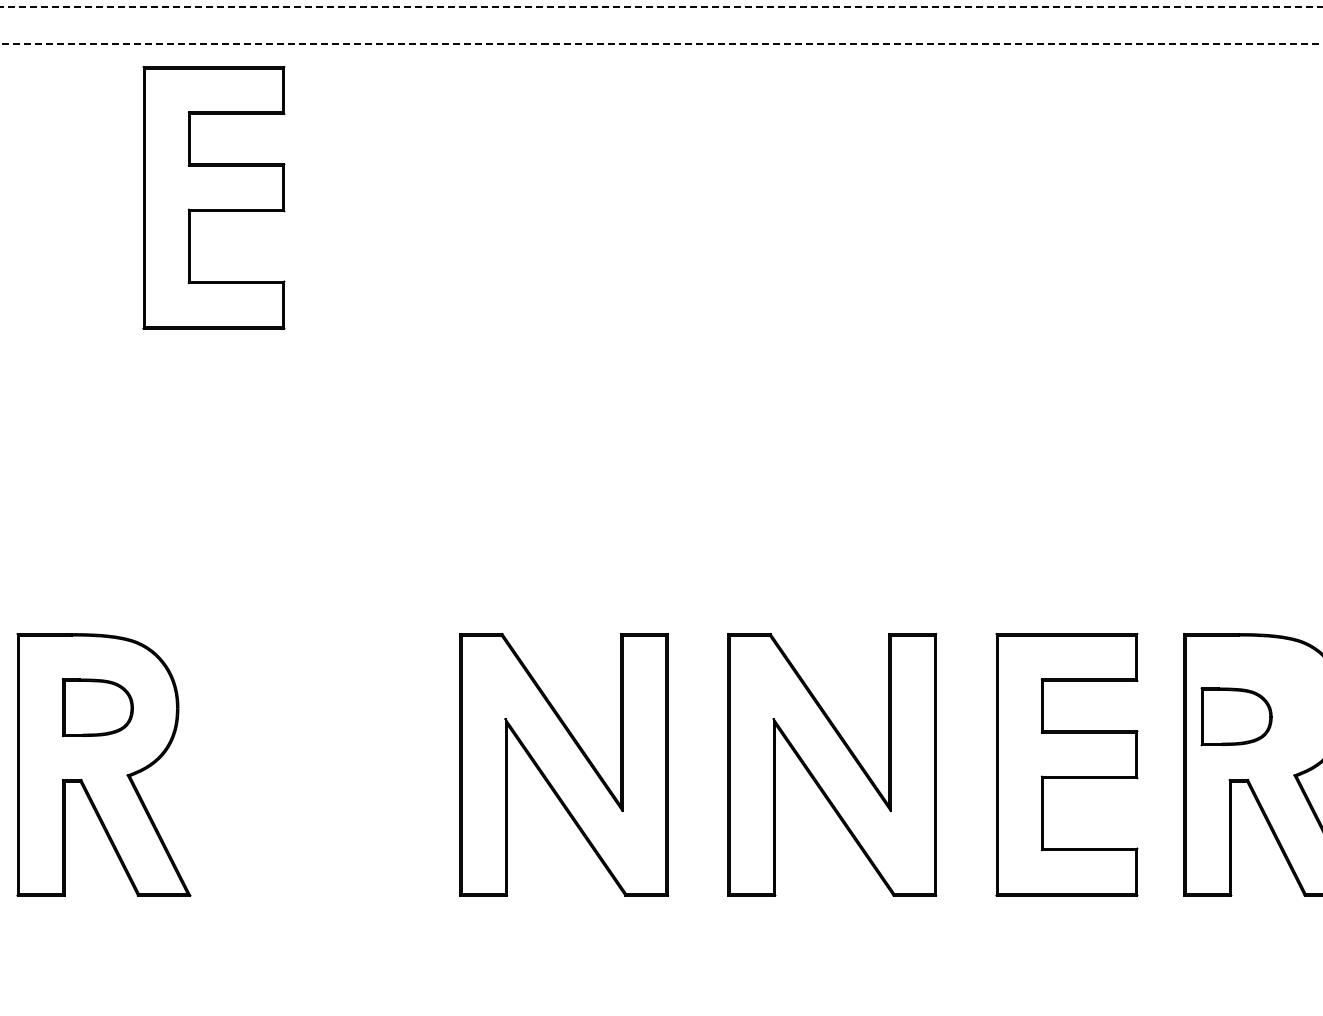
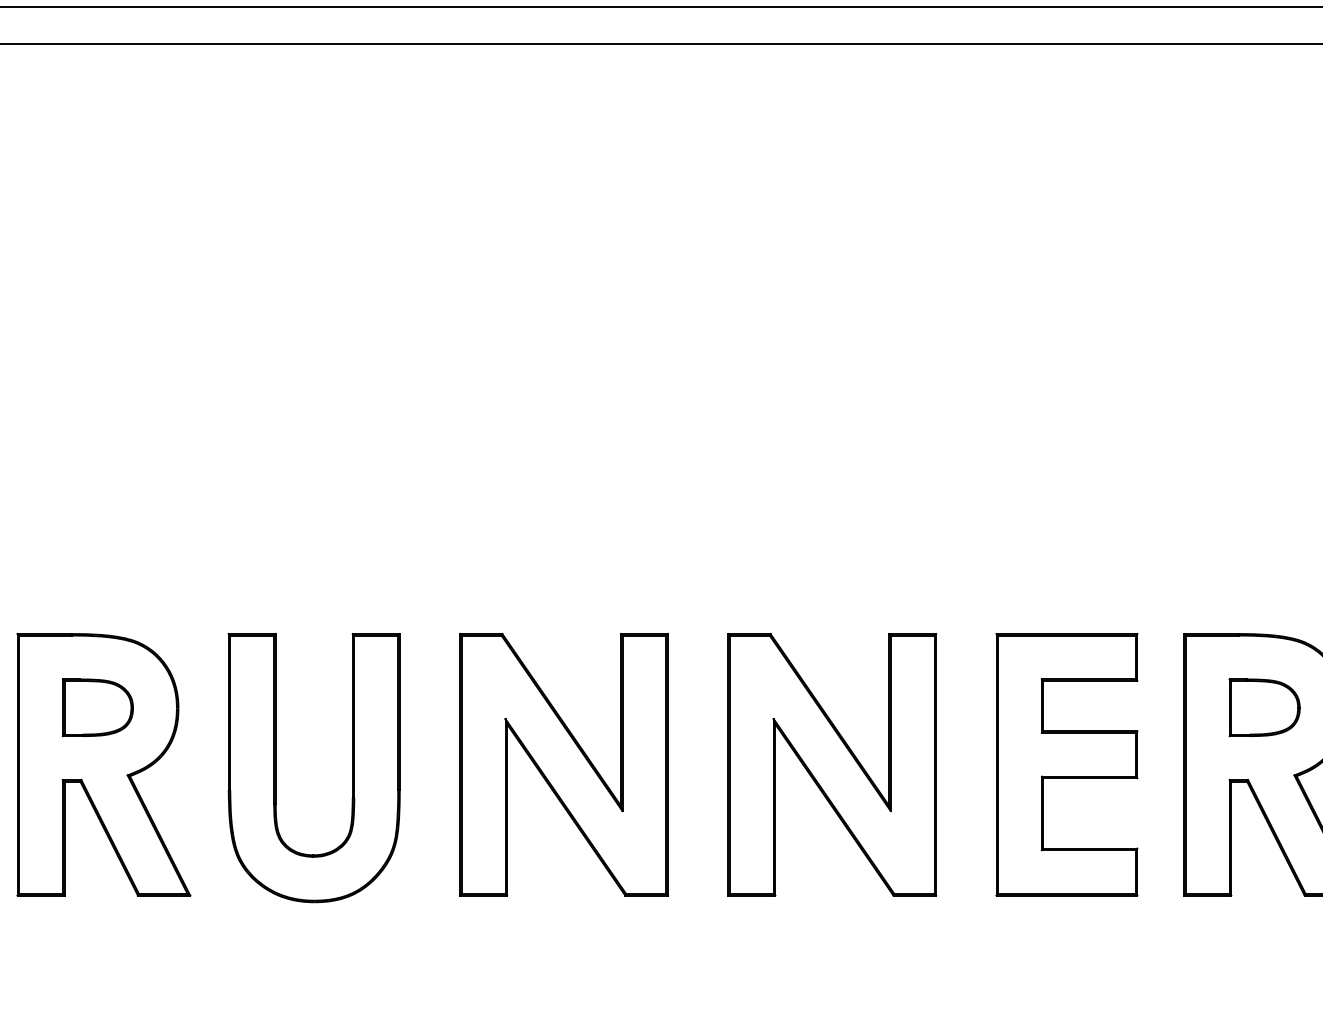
line at (661, 6): dashed -> solid
line at (661, 43): dashed -> solid
part at (213, 197): present -> none
part at (1236, 716) position: (1236, 716) -> (1264, 707)
part at (276, 768): none -> present
